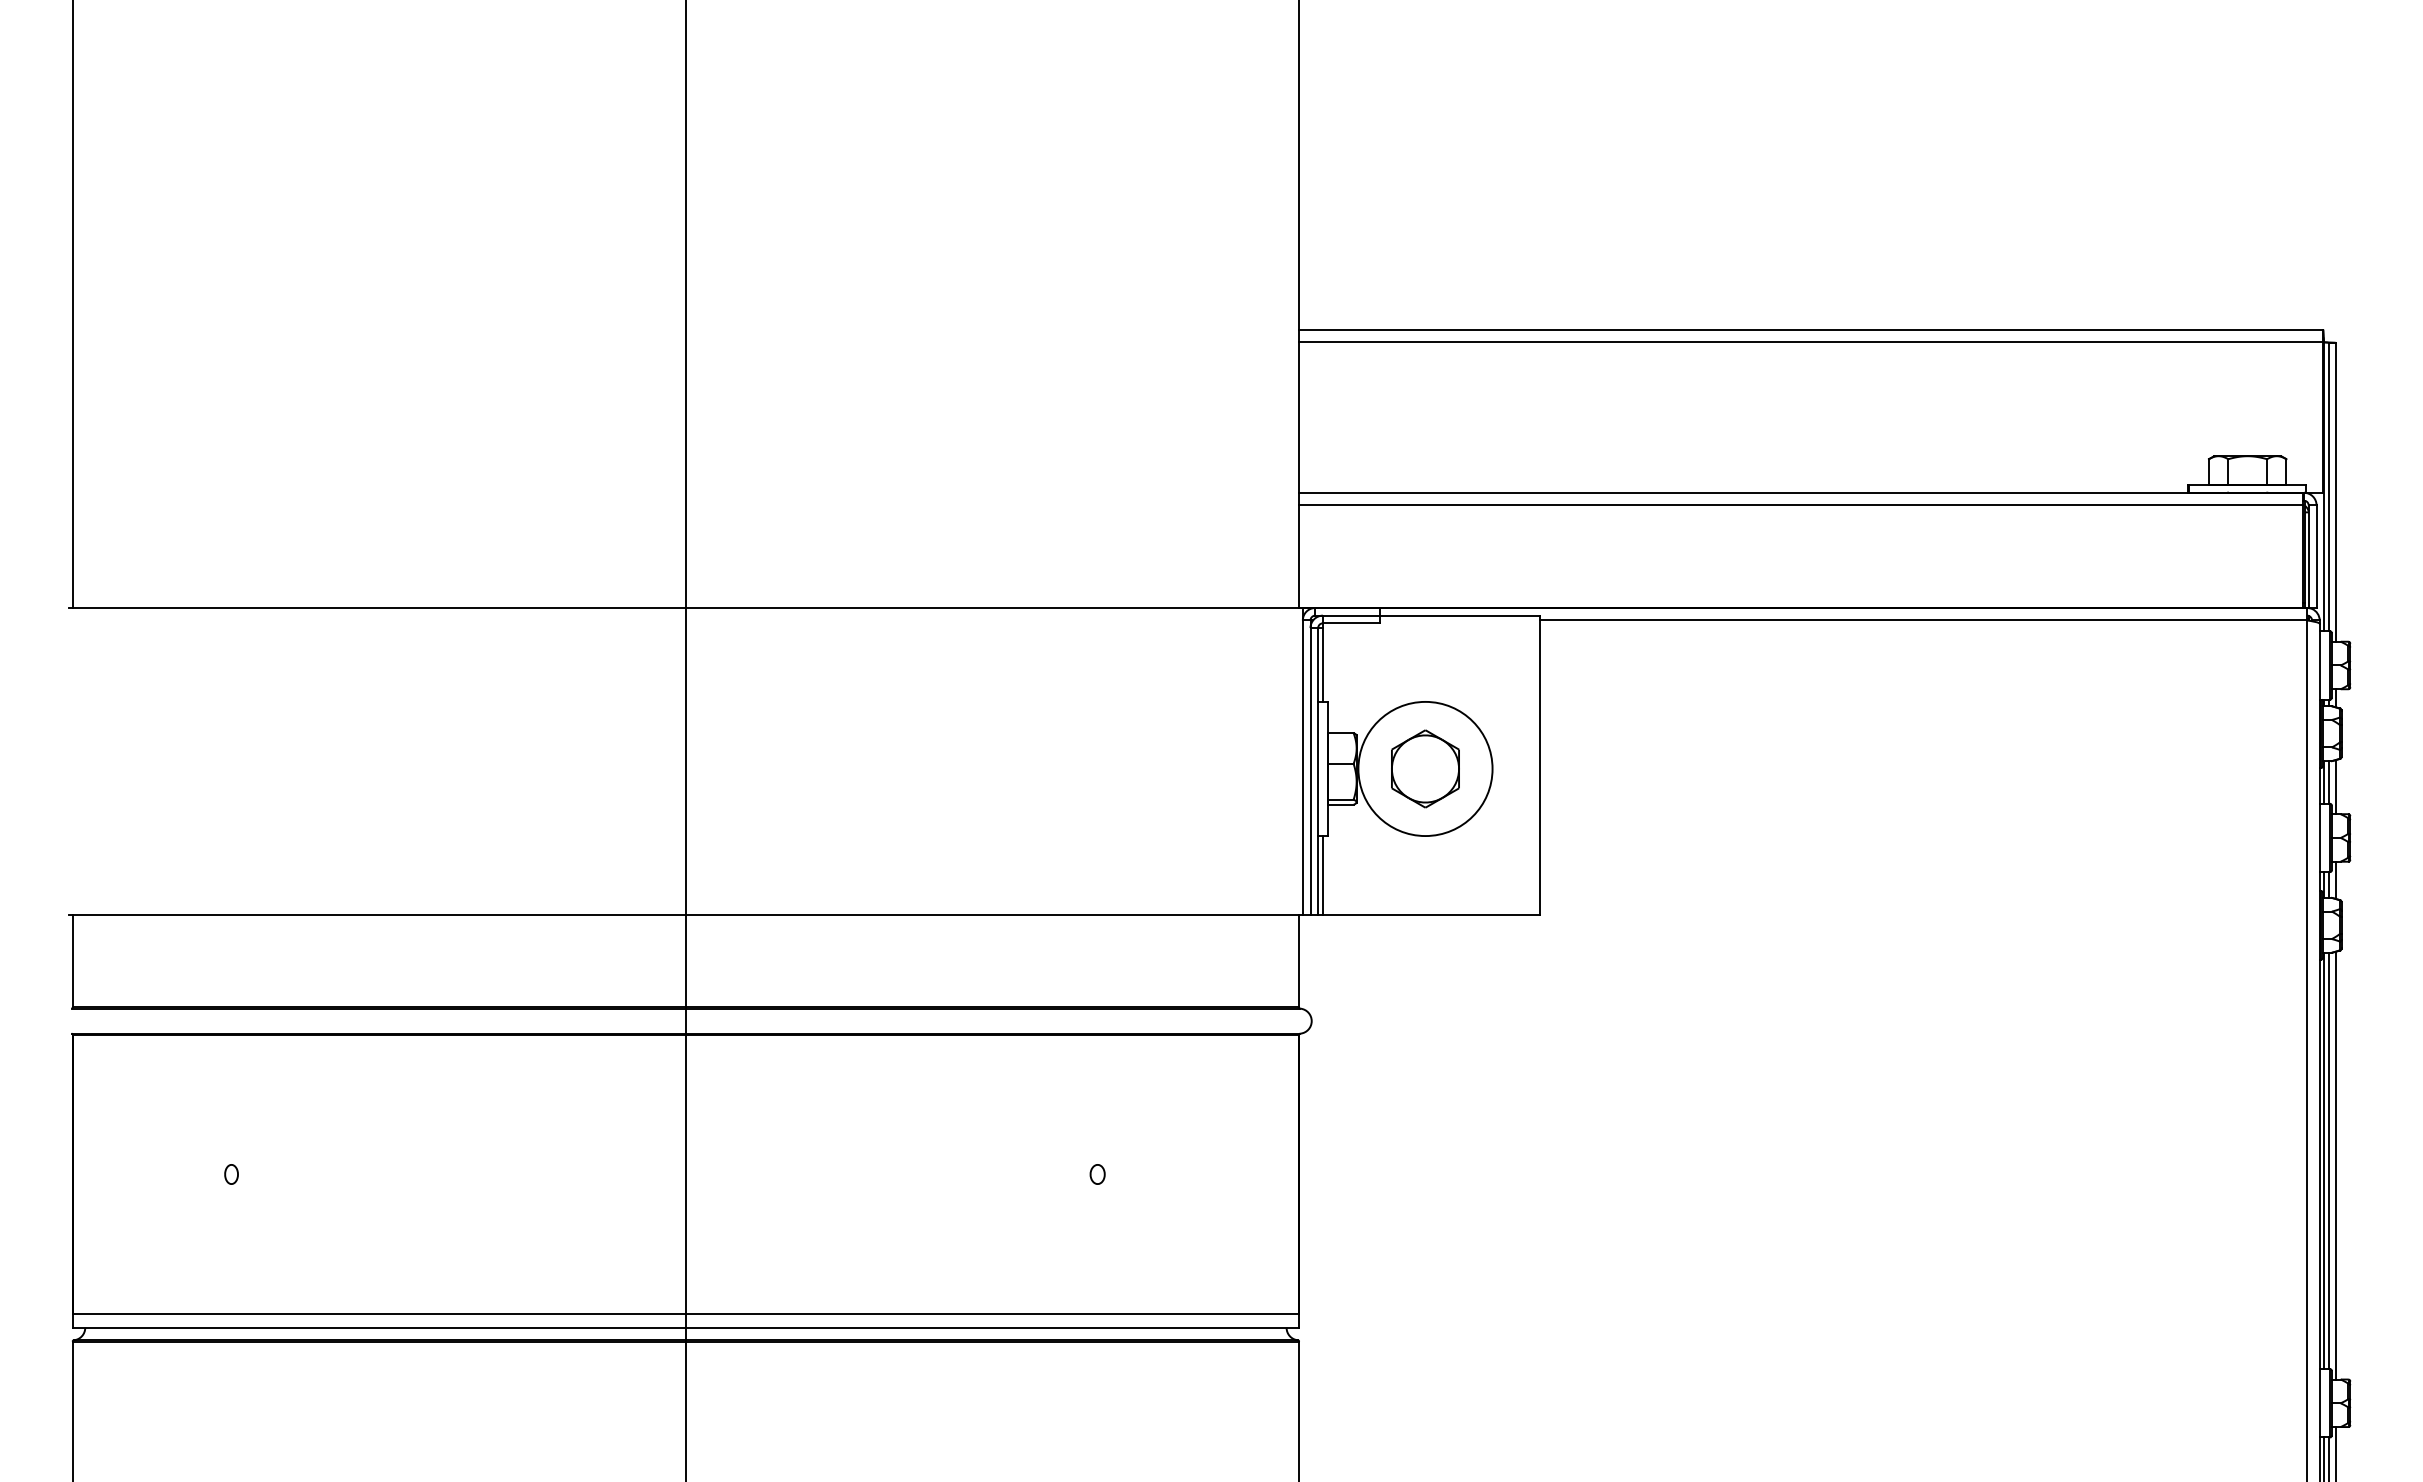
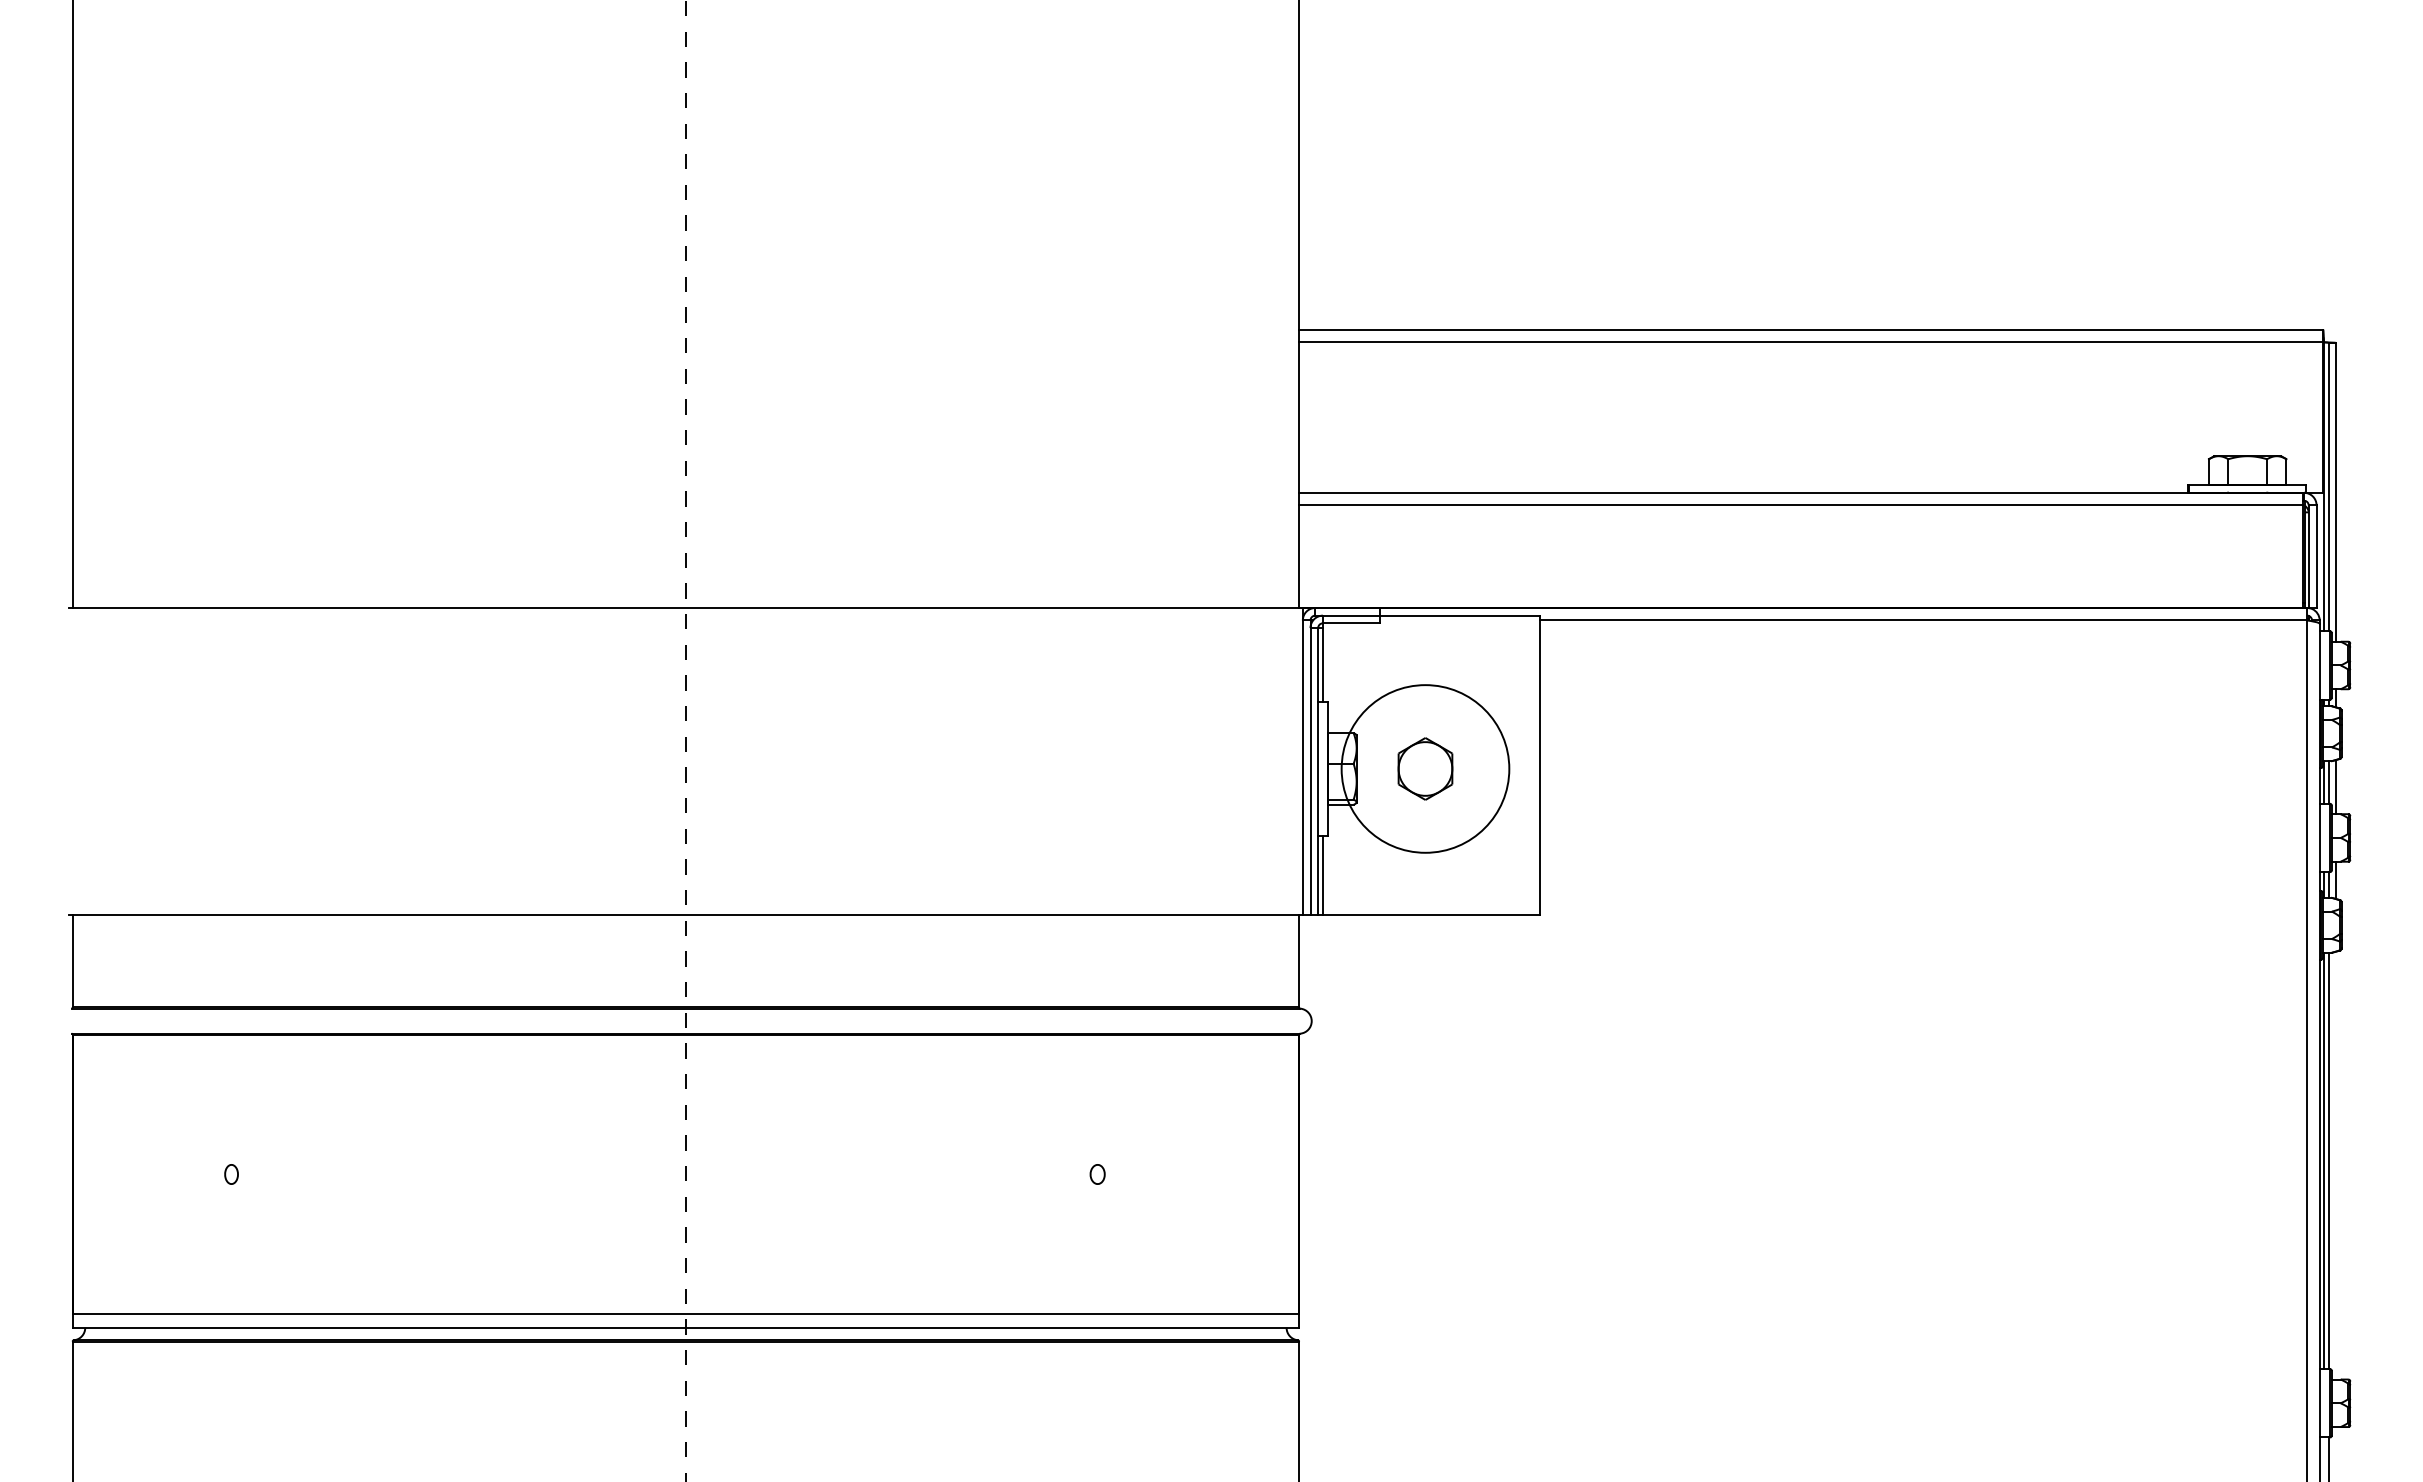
line at (685, 739): solid -> dashed
circle at (1425, 768) diameter: 134 px -> 168 px
part at (1425, 768) size: 69x80 px -> 57x64 px
line at (2336, 1165): present -> none
line at (2336, 1452): present -> none
line at (2323, 1457): present -> none
